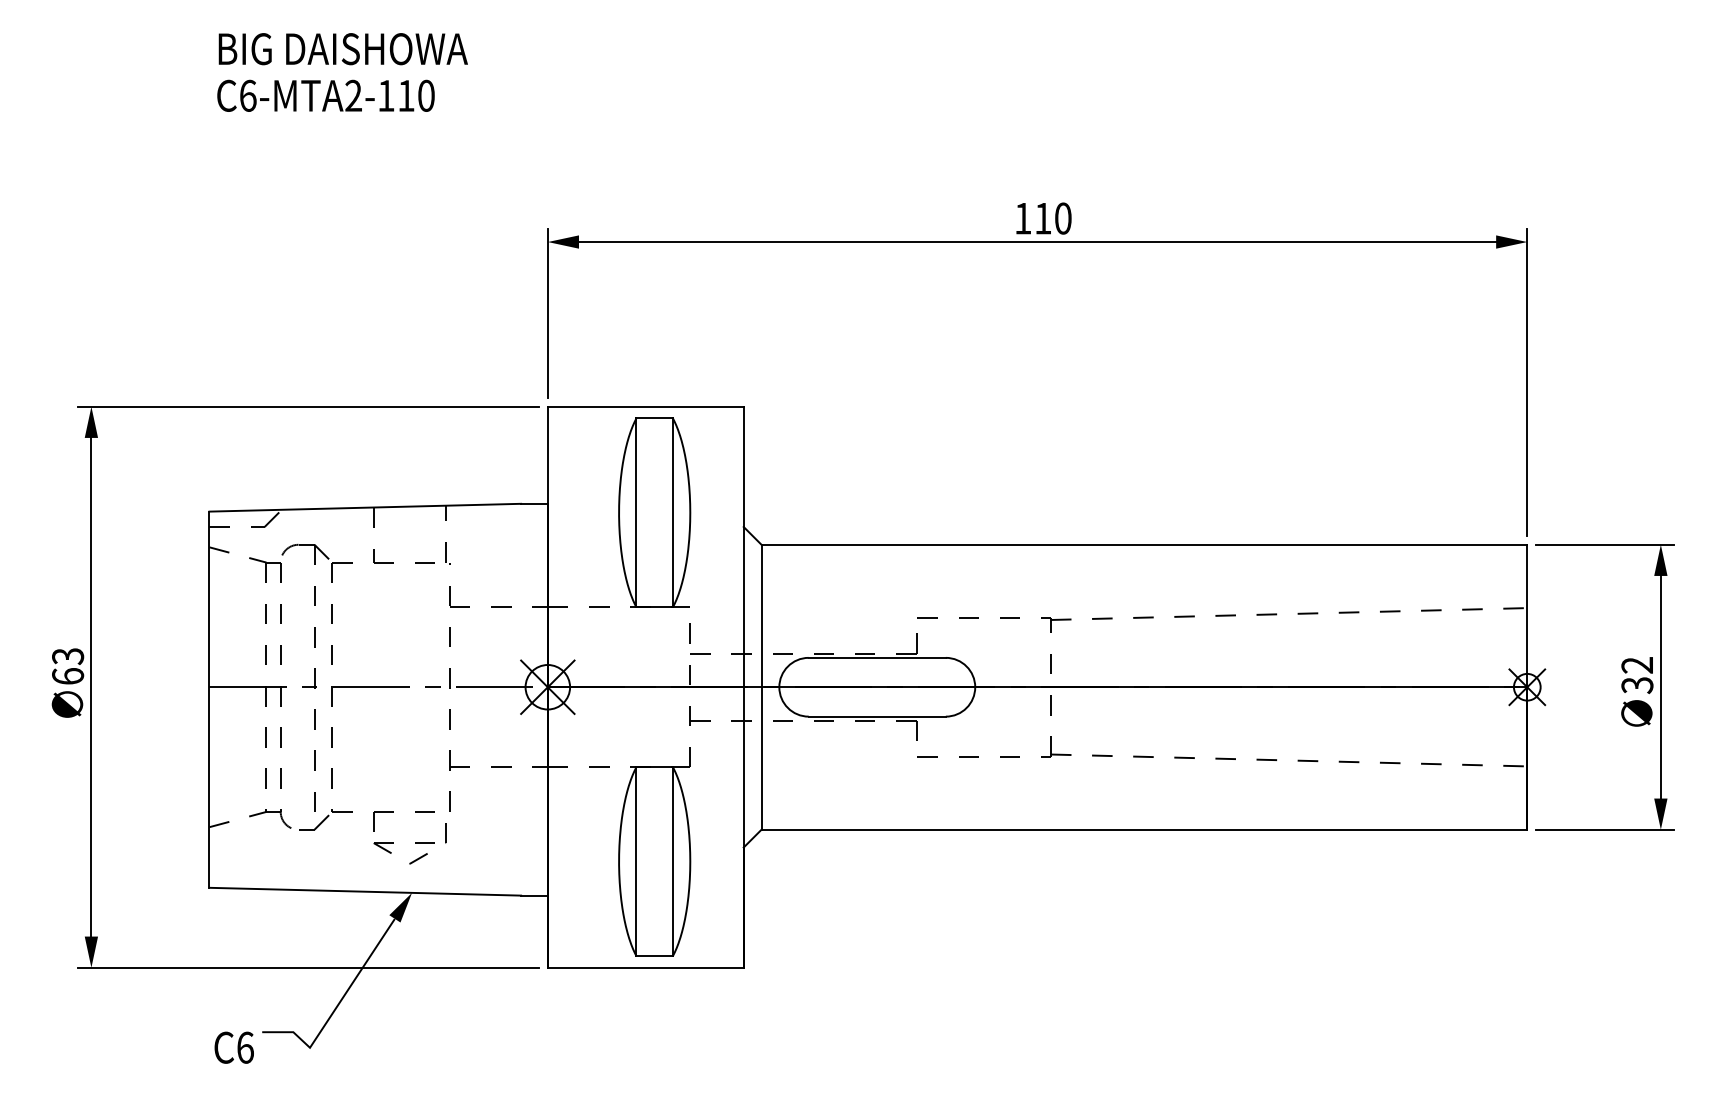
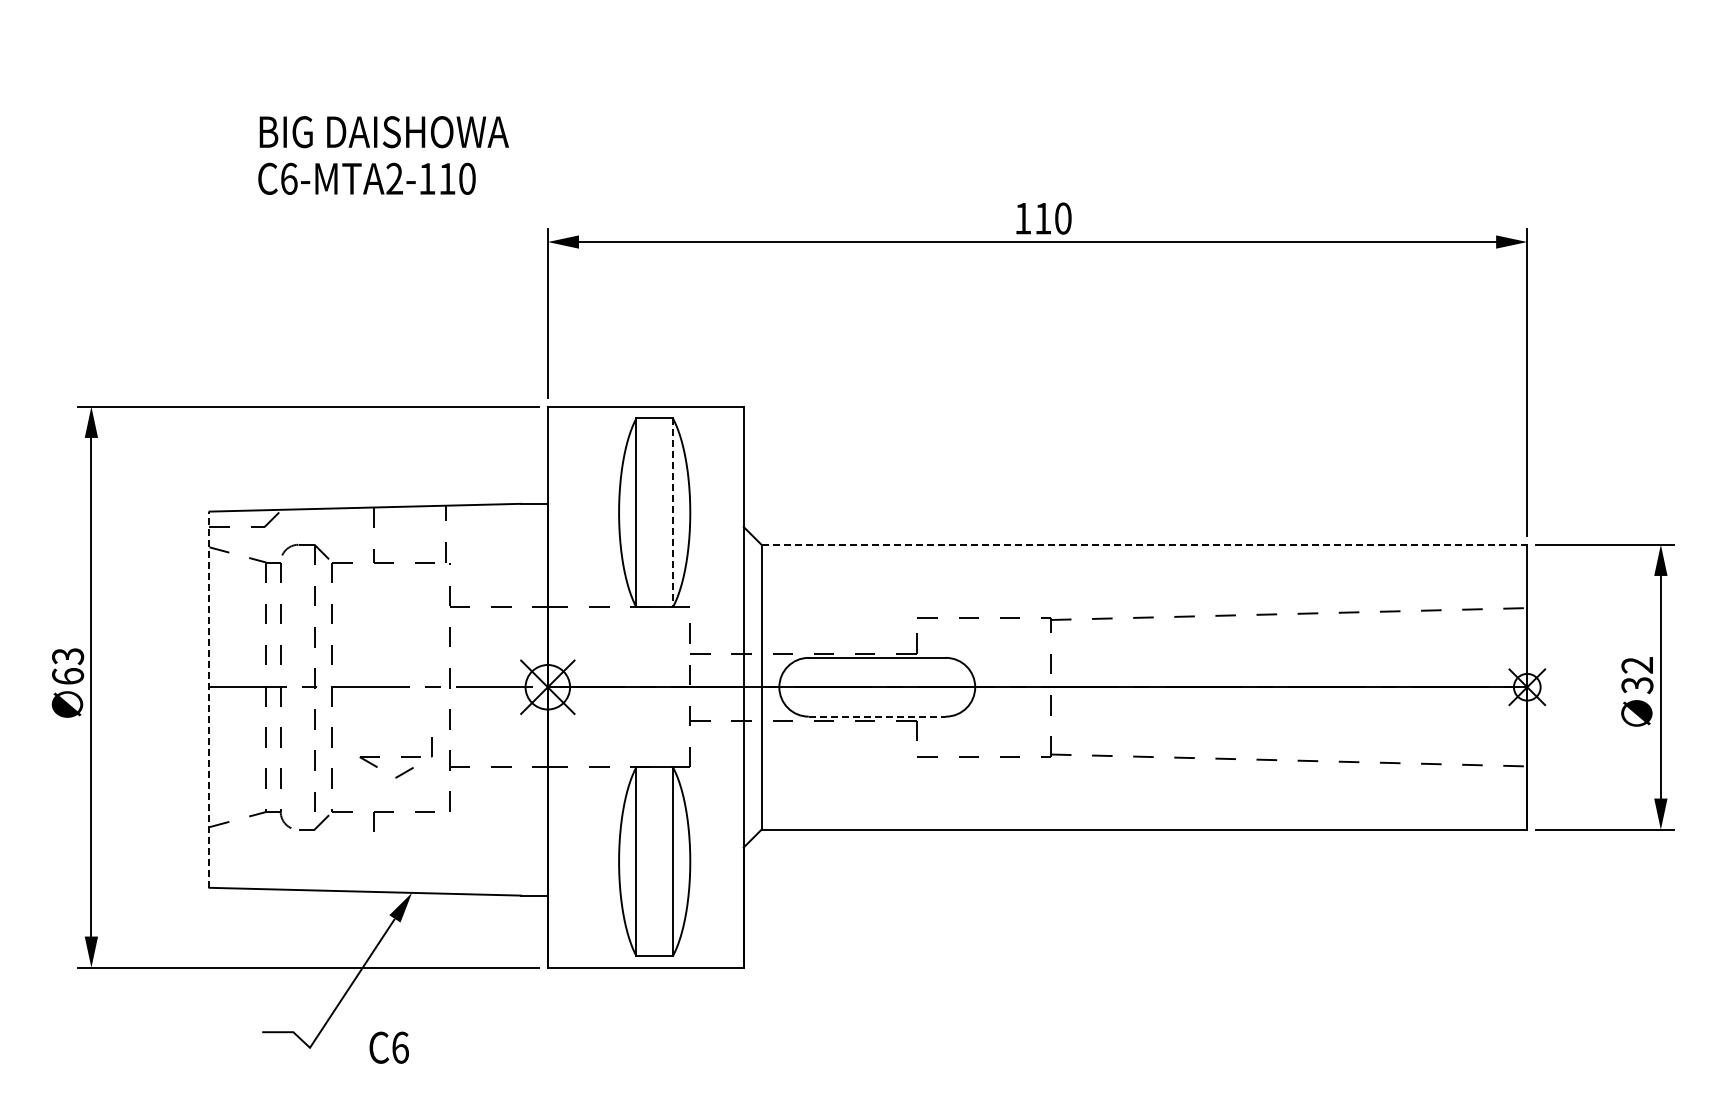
text at (342, 72) position: (342, 72) -> (383, 155)
line at (672, 513): solid -> dashed
line at (1144, 544): solid -> dashed
line at (209, 699): solid -> dashed
line at (877, 716): solid -> dashed
part at (409, 843) position: (409, 843) -> (395, 757)
text at (233, 1047) position: (233, 1047) -> (388, 1047)
